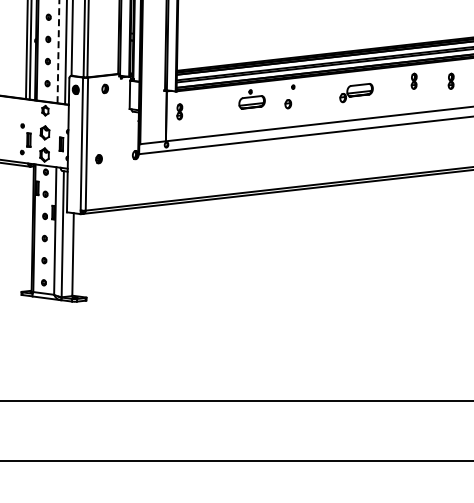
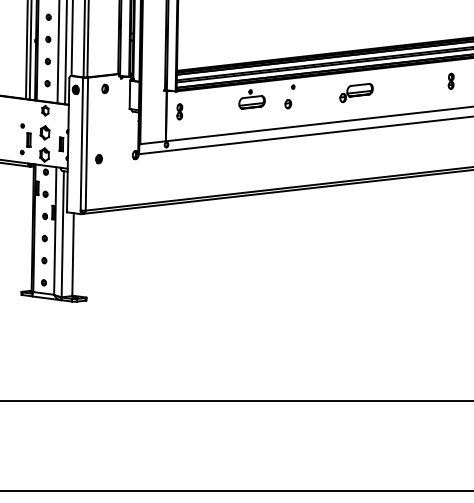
line at (58, 51): dashed -> solid
part at (413, 80): present -> none
line at (236, 460) position: (236, 460) -> (236, 490)
